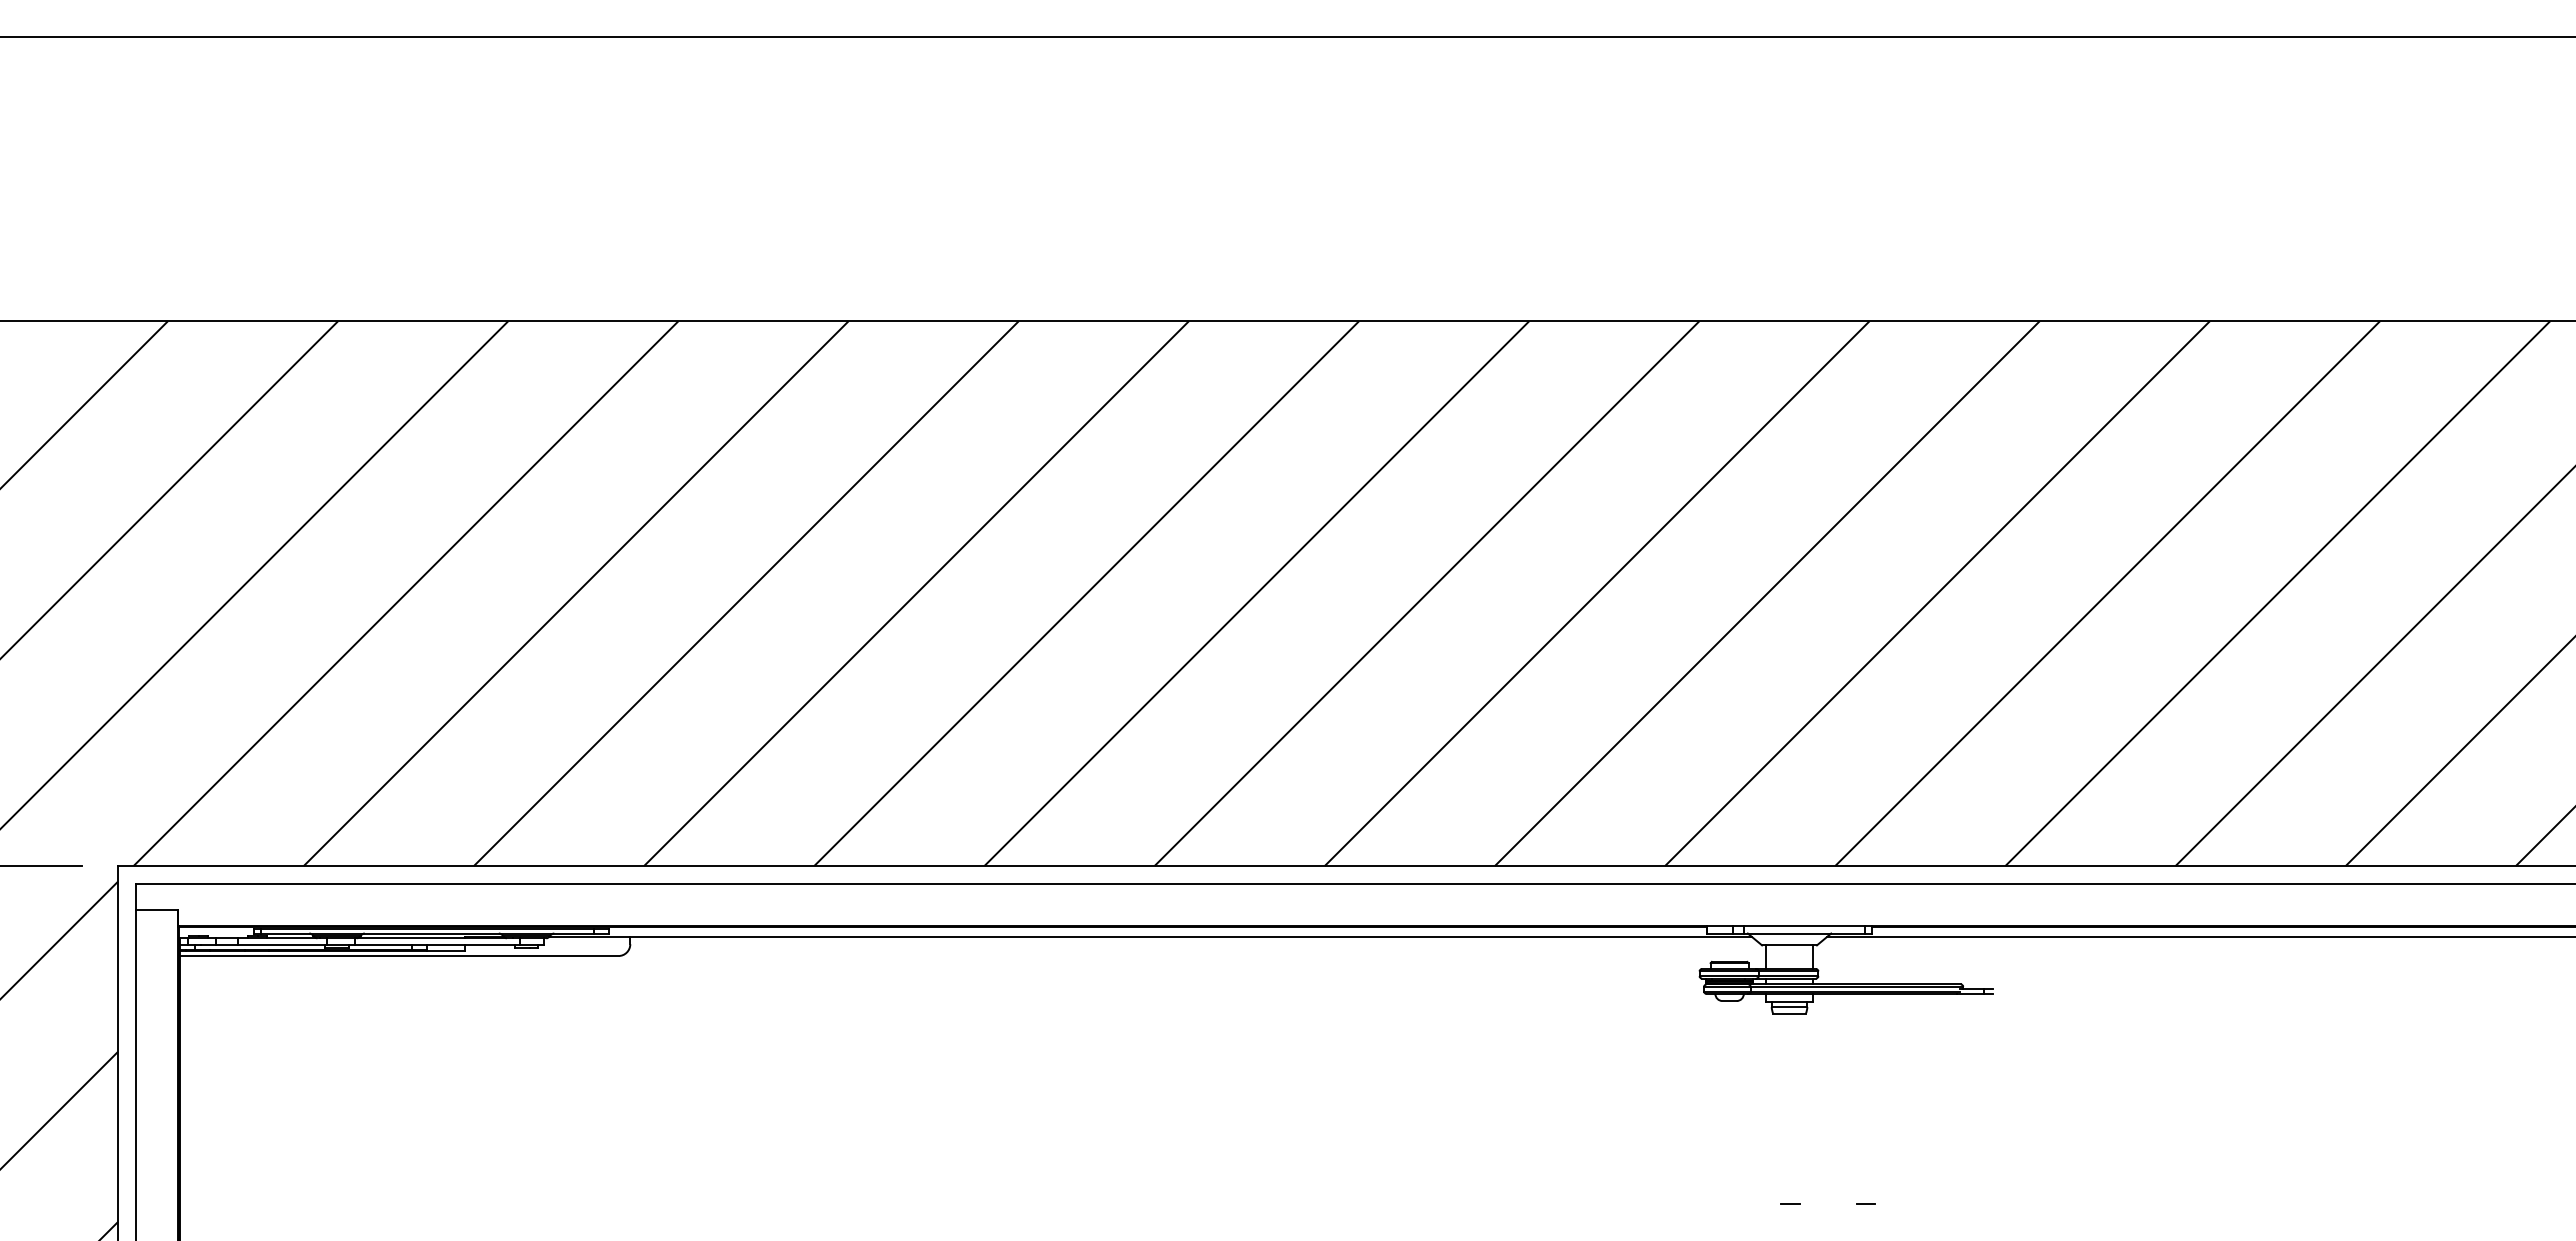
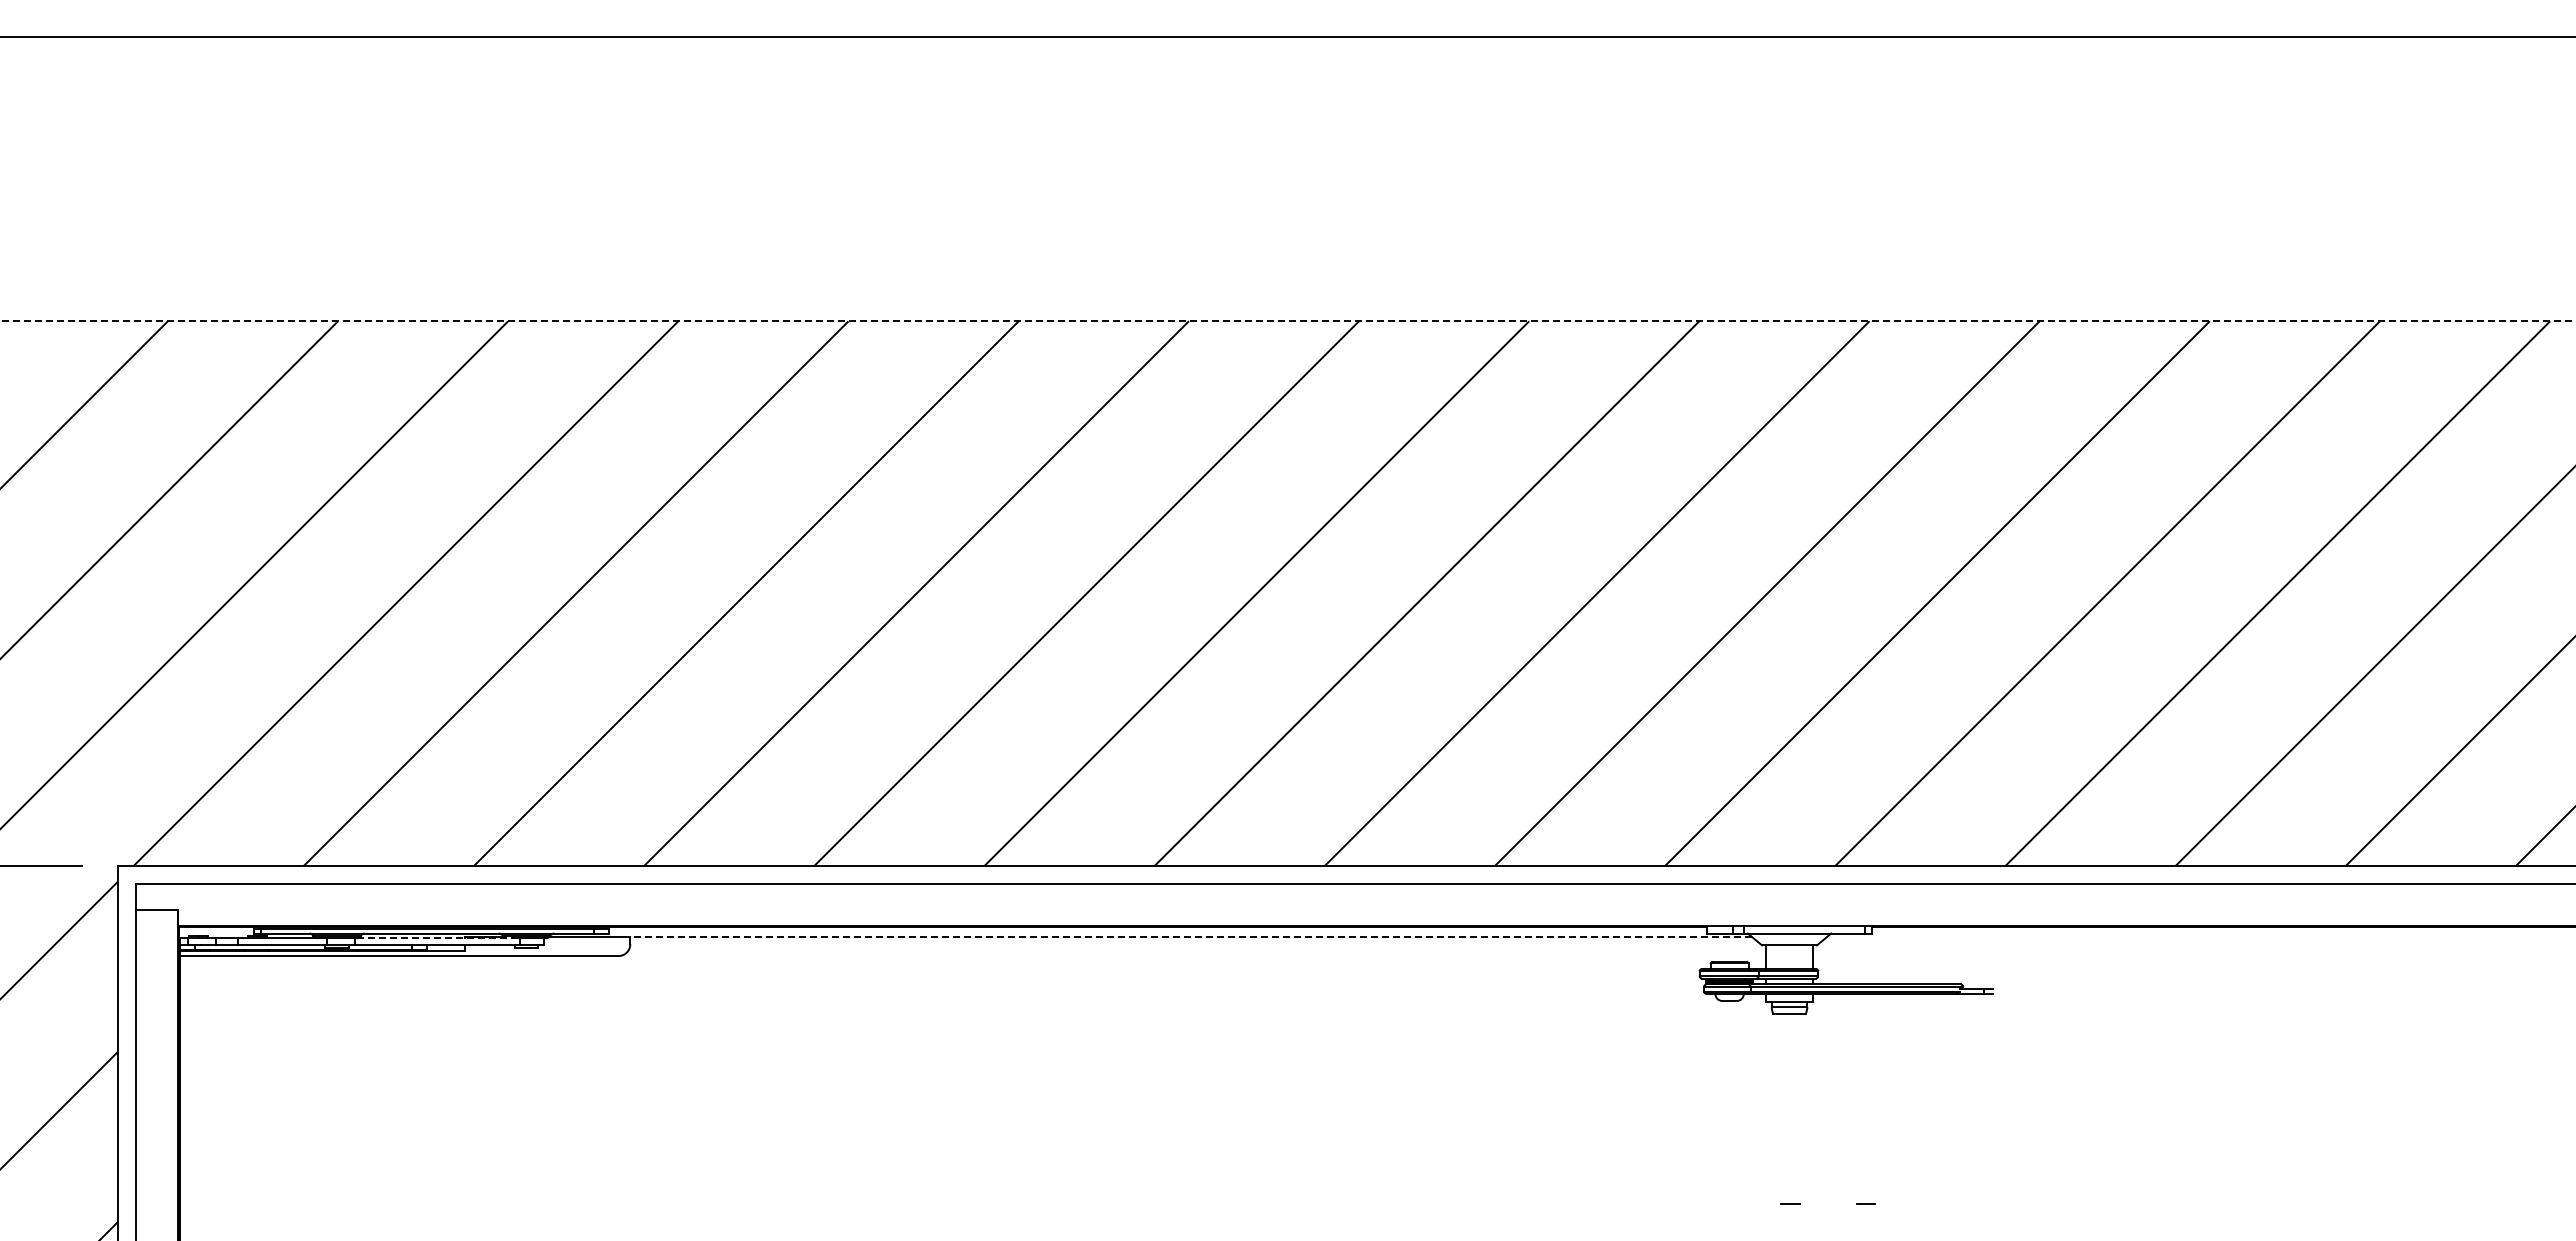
line at (1288, 321): solid -> dashed
line at (1191, 937): solid -> dashed
line at (2199, 937): present -> none
line at (435, 938): solid -> dashed
